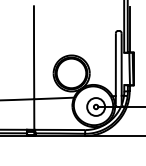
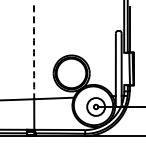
arc at (34, 52): solid -> dashed
